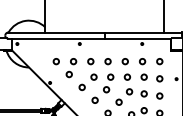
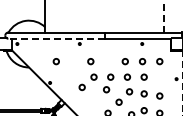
line at (164, 16): solid -> dashed
line at (56, 38): solid -> dashed
part at (107, 61): present -> none
part at (71, 68): present -> none
part at (159, 78): present -> none
line at (182, 82): solid -> dashed
part at (94, 99): present -> none
